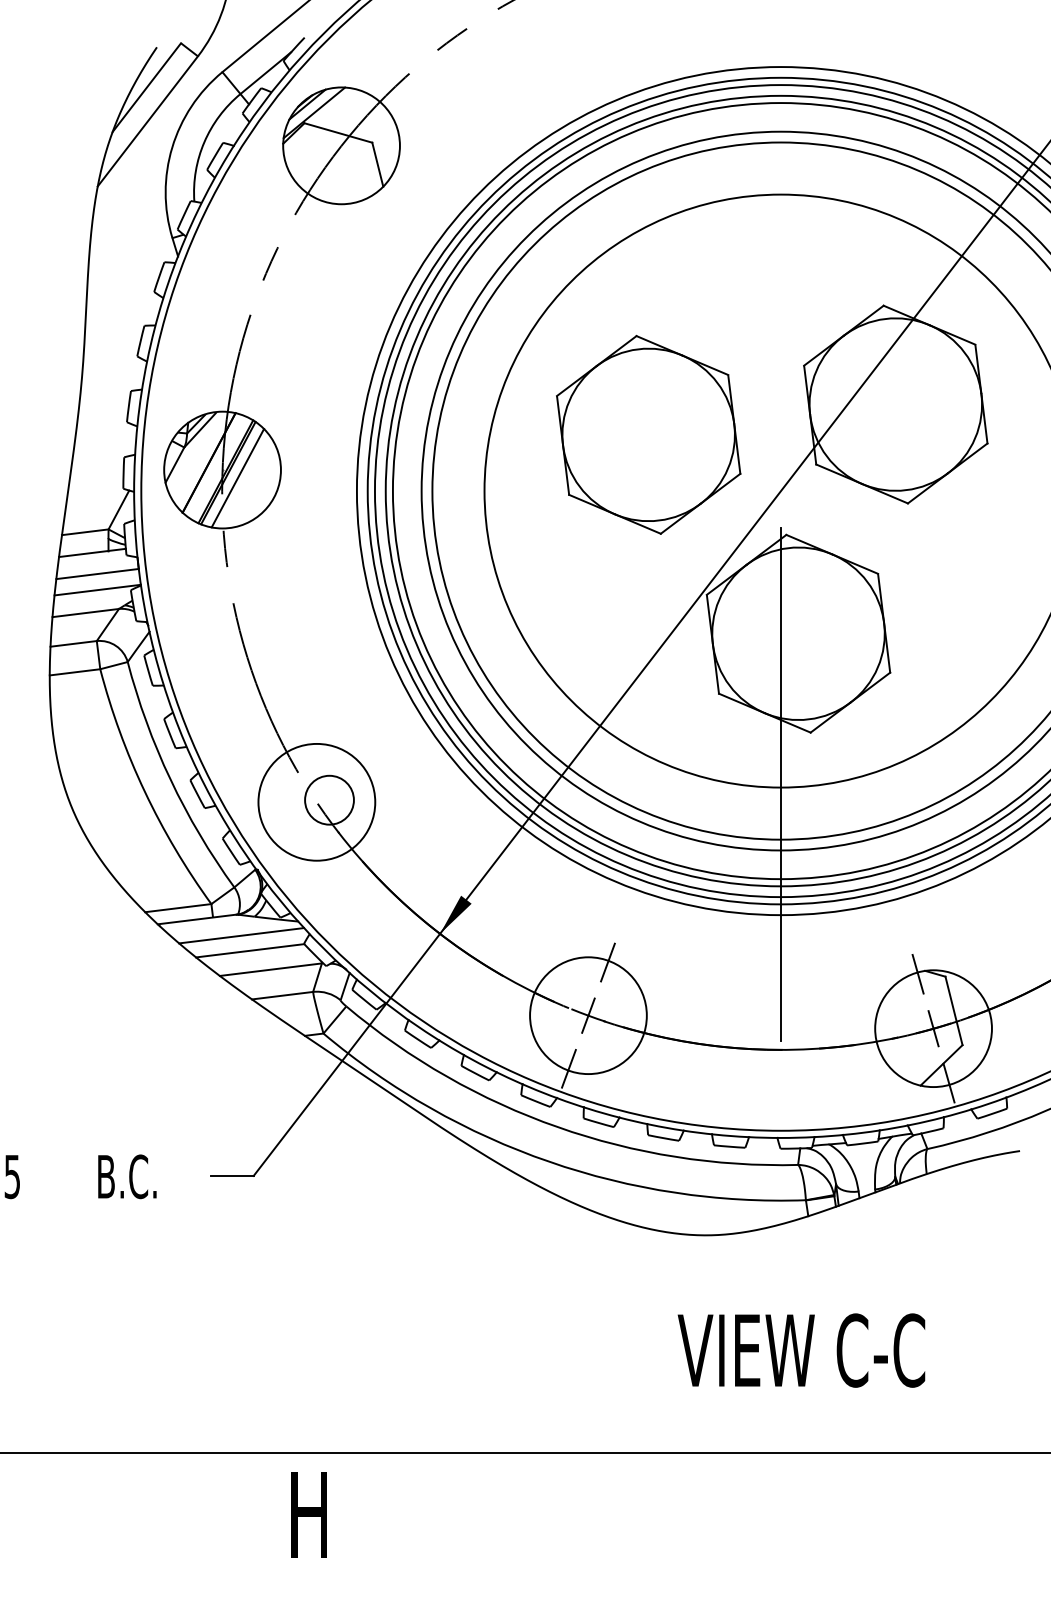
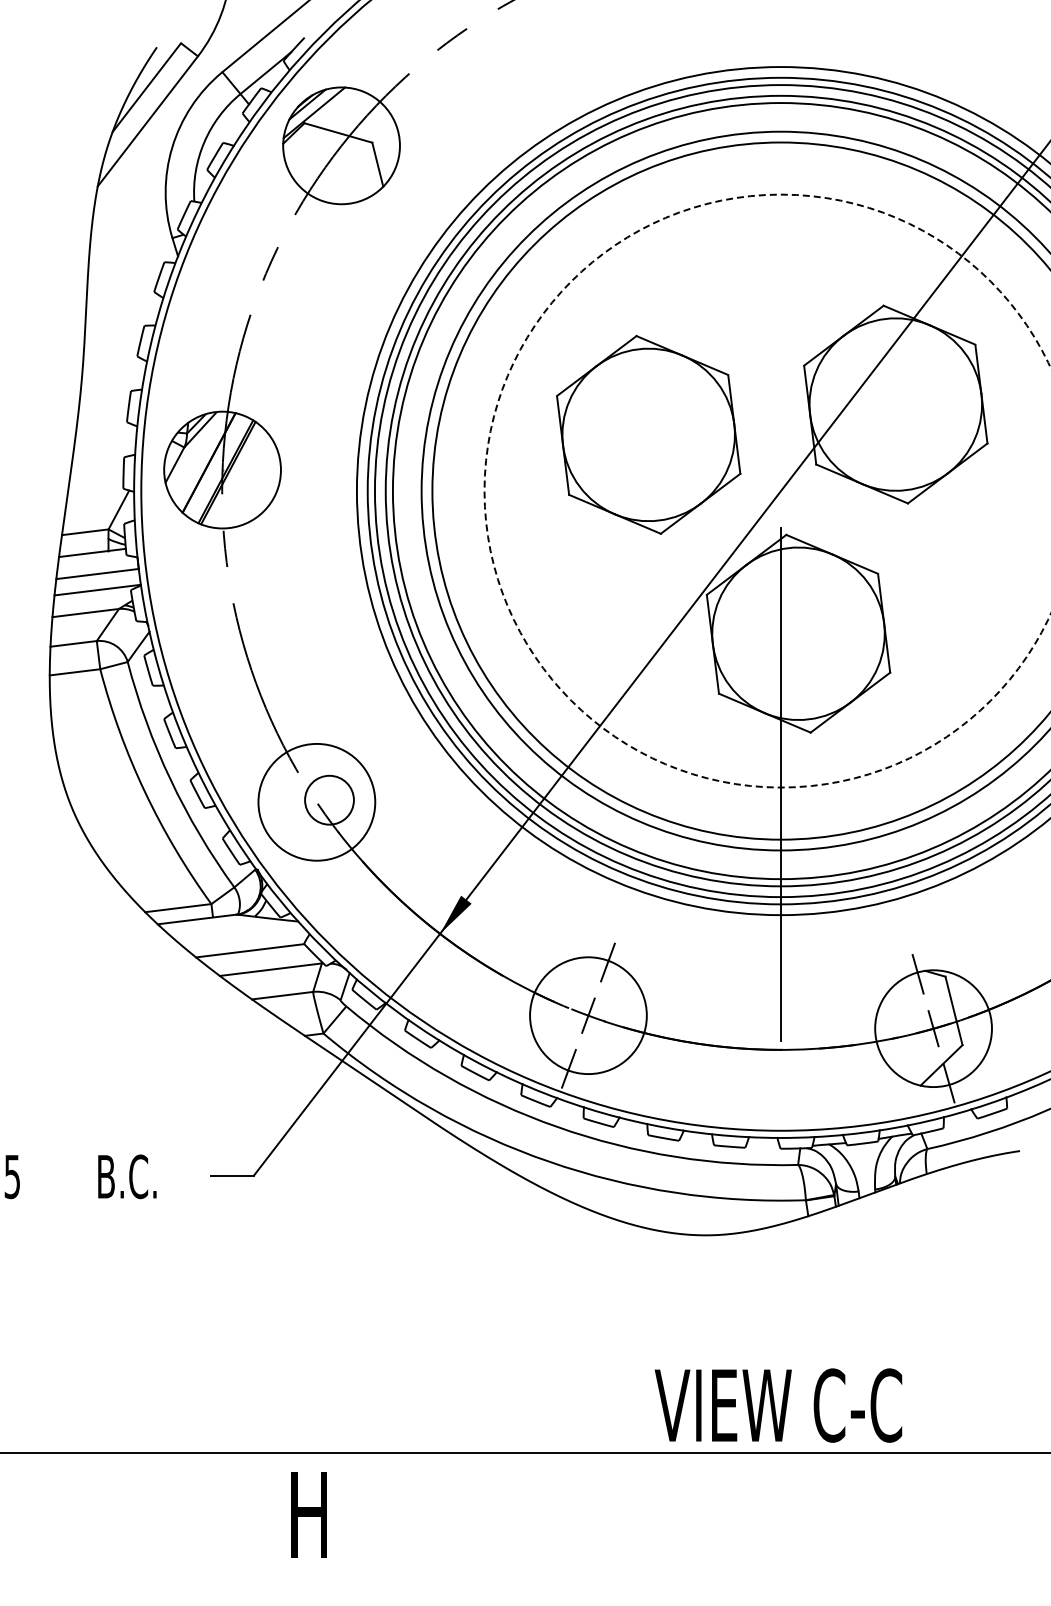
line at (237, 477): present -> none
circle at (767, 490): solid -> dashed
line at (241, 935): present -> none
text at (801, 1350) position: (801, 1350) -> (778, 1405)
